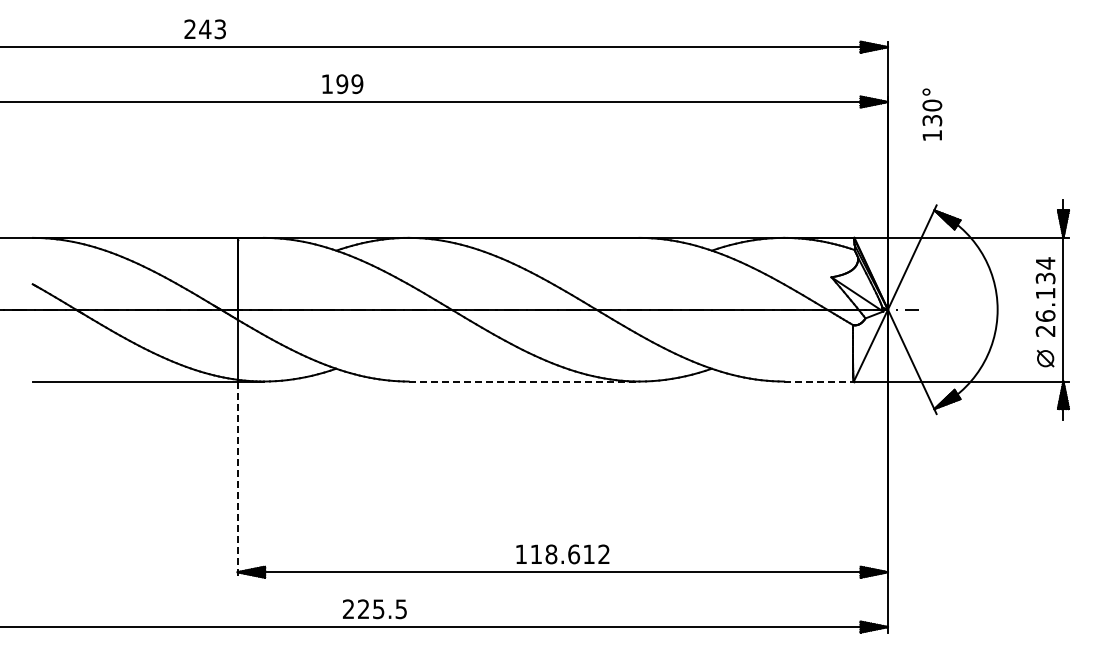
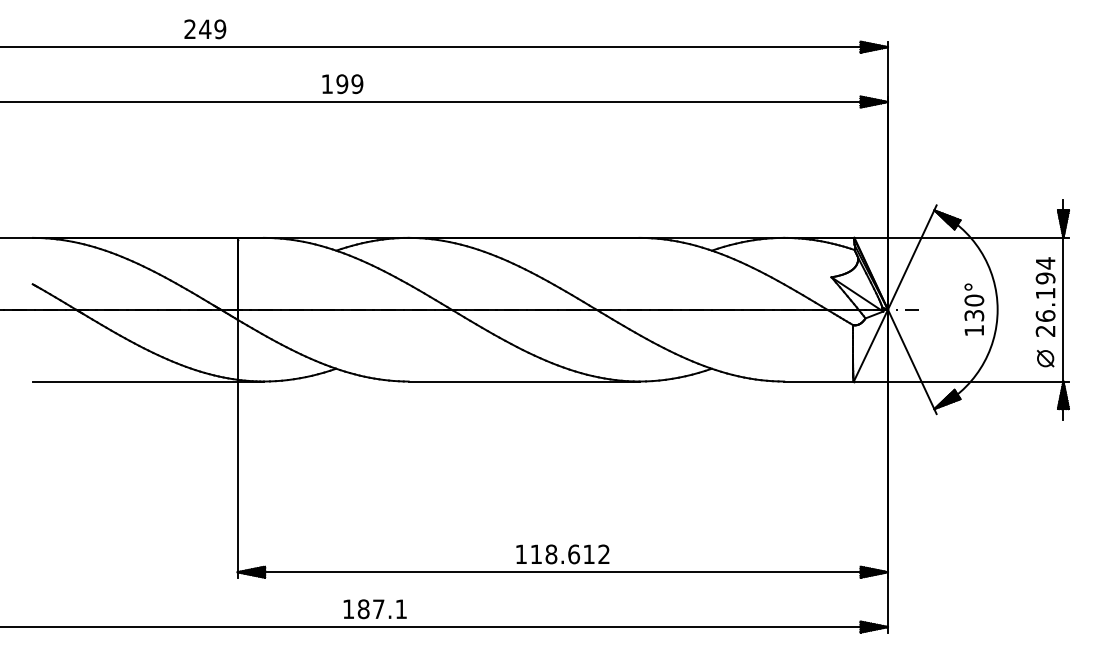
text at (220, 28): 243 -> 249
text at (932, 114) position: (932, 114) -> (974, 309)
text at (1045, 278): 26.134 -> 26.194
line at (524, 381): dashed -> solid
line at (819, 381): dashed -> solid
line at (237, 480): dashed -> solid
text at (374, 609): 225.5 -> 187.1
